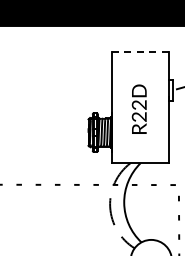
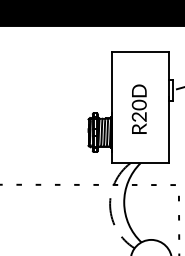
line at (140, 51): dashed -> solid
text at (139, 104): R22D -> R20D
